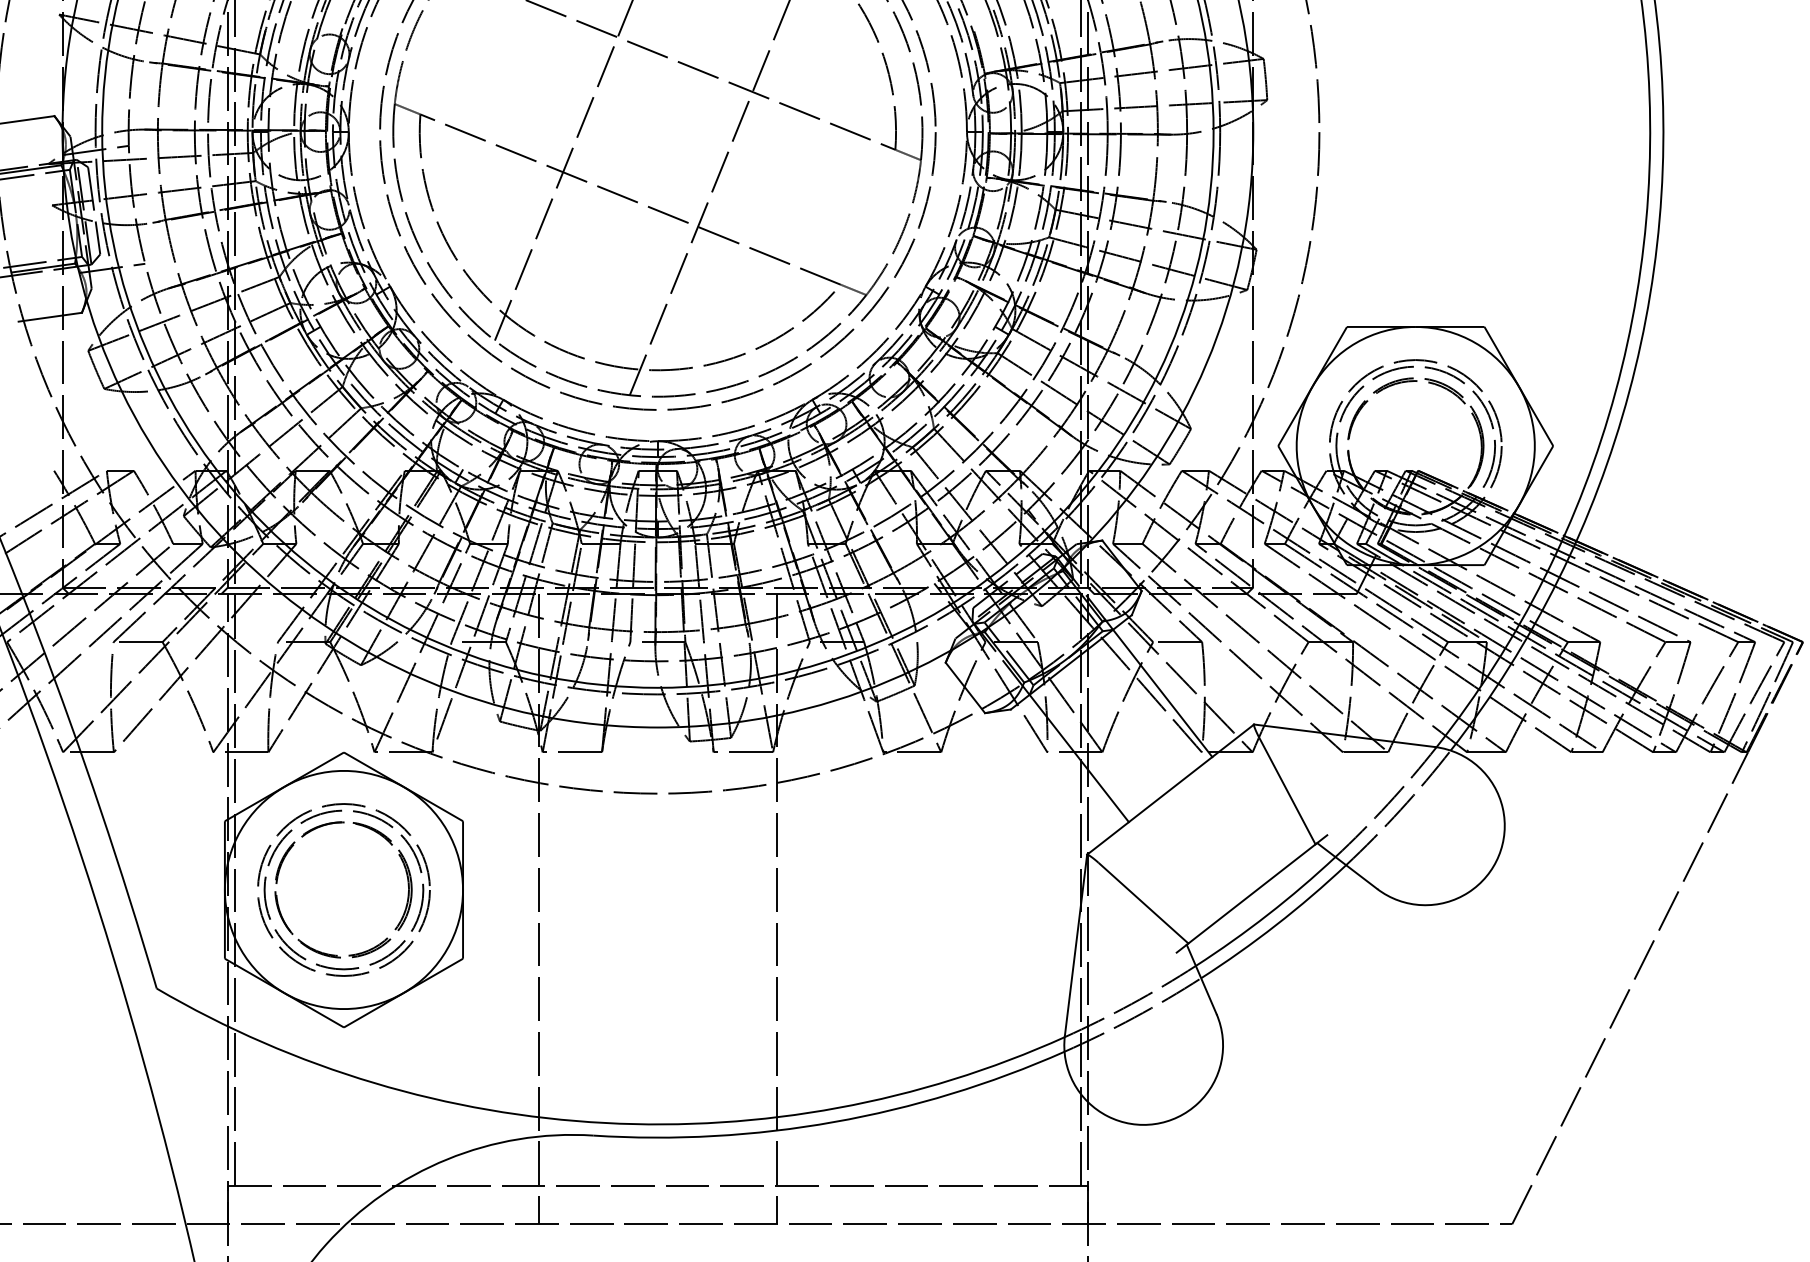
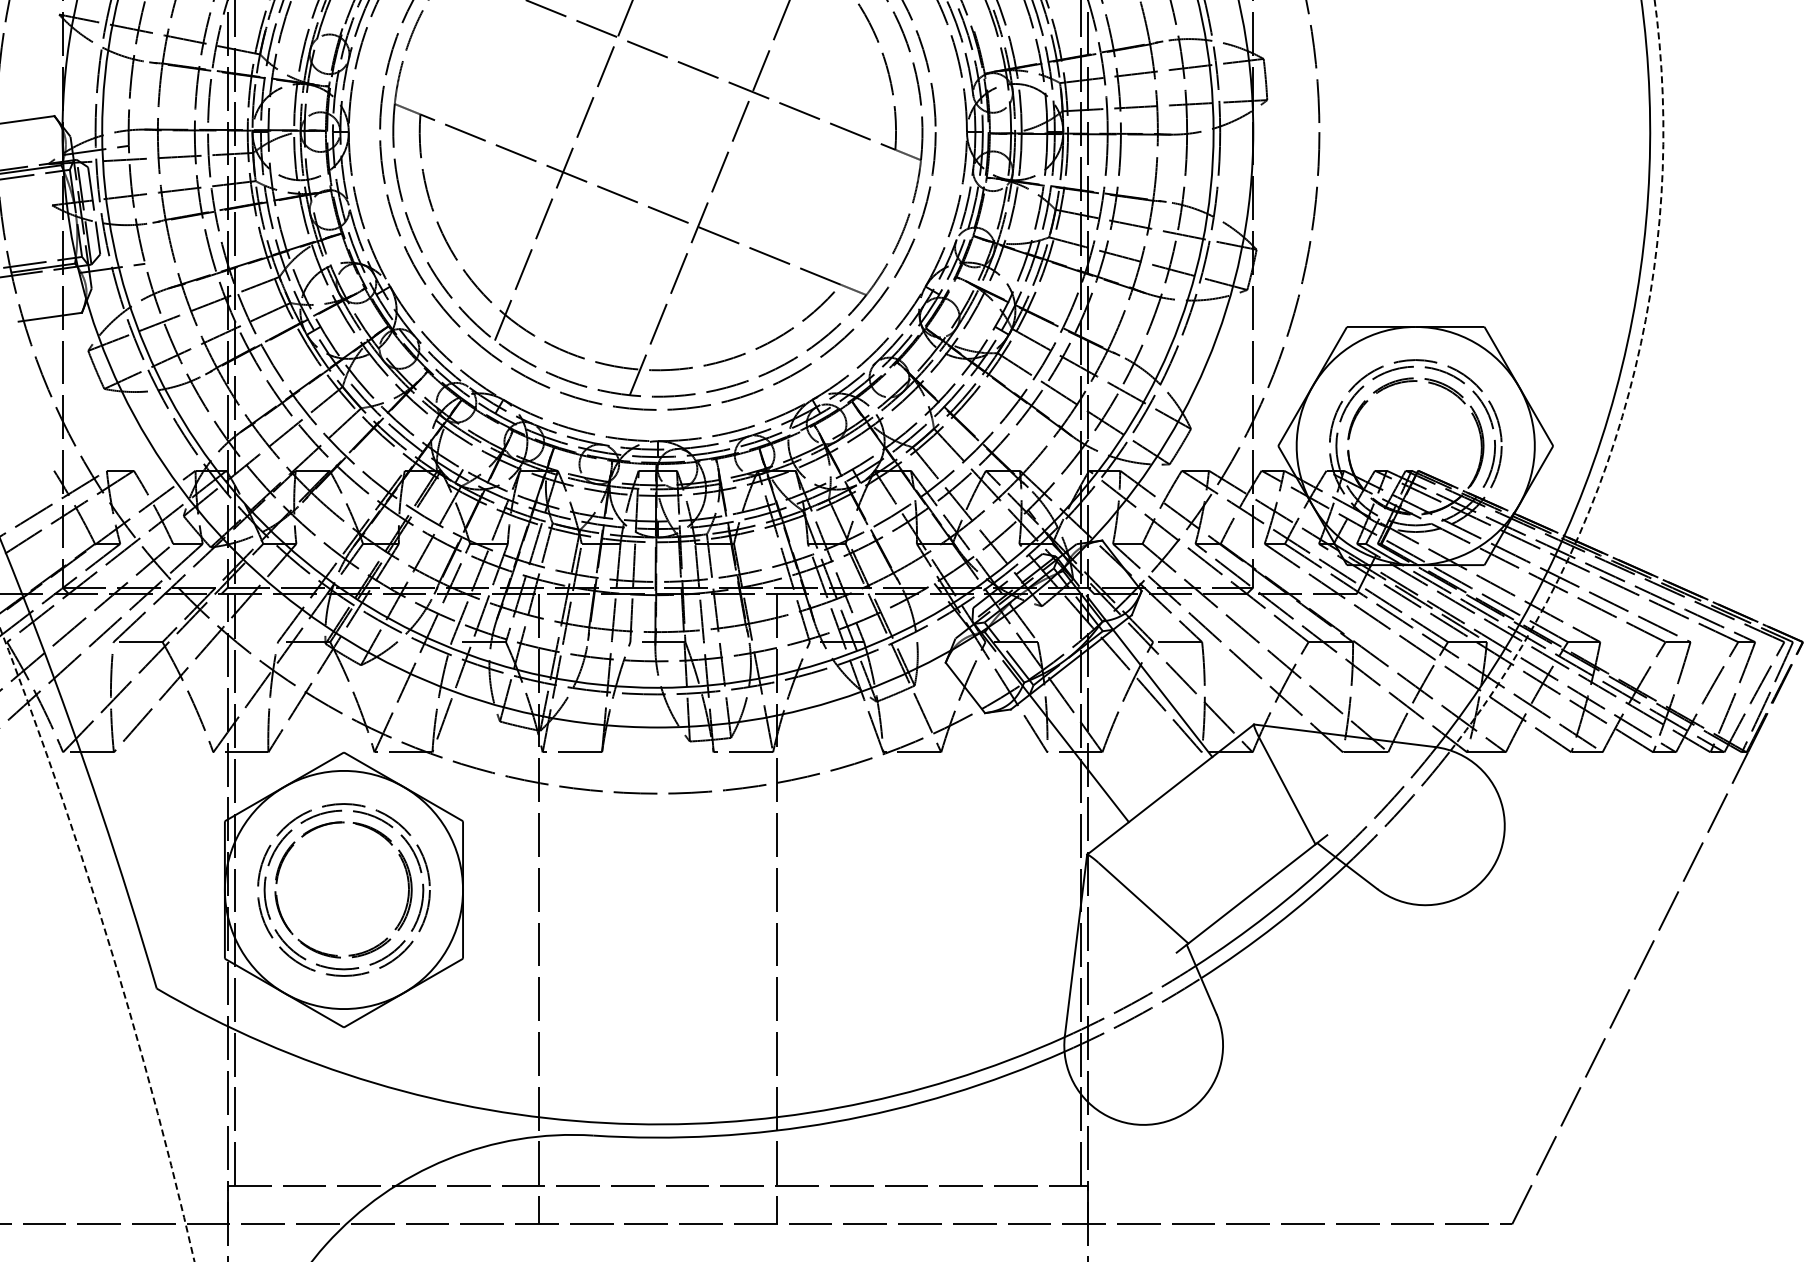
arc at (1628, 395): solid -> dashed
arc at (108, 940): solid -> dashed
